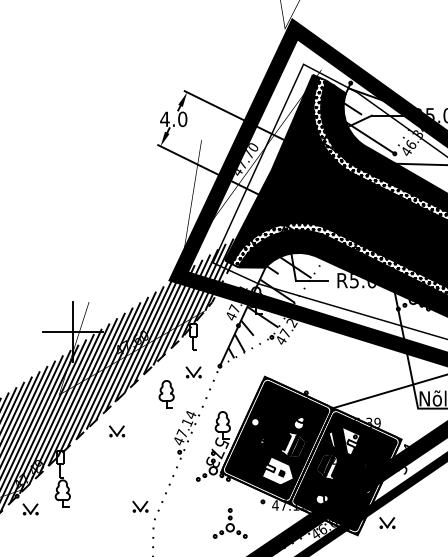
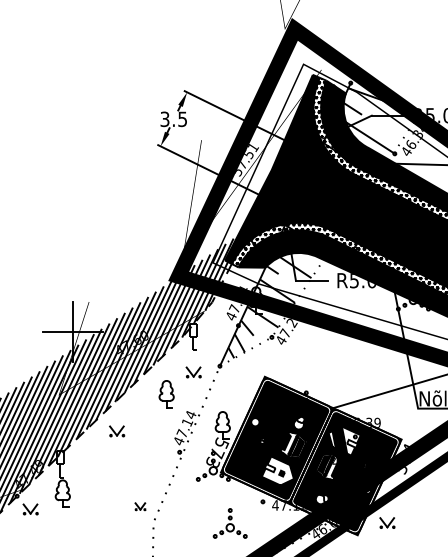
text at (173, 119): 4.0 -> 3.5
text at (246, 159): 47.70 -> 57.51
part at (140, 506) size: 17x13 px -> 13x10 px
